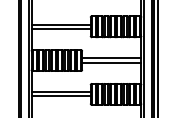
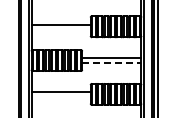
line at (60, 28): present -> none
line at (111, 62): solid -> dashed
line at (60, 96): present -> none
